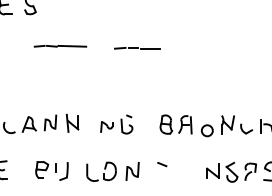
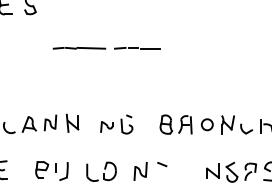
line at (60, 46) position: (60, 46) -> (79, 48)
circle at (207, 130) position: (207, 130) -> (207, 124)
part at (132, 171) position: (132, 171) -> (140, 171)
